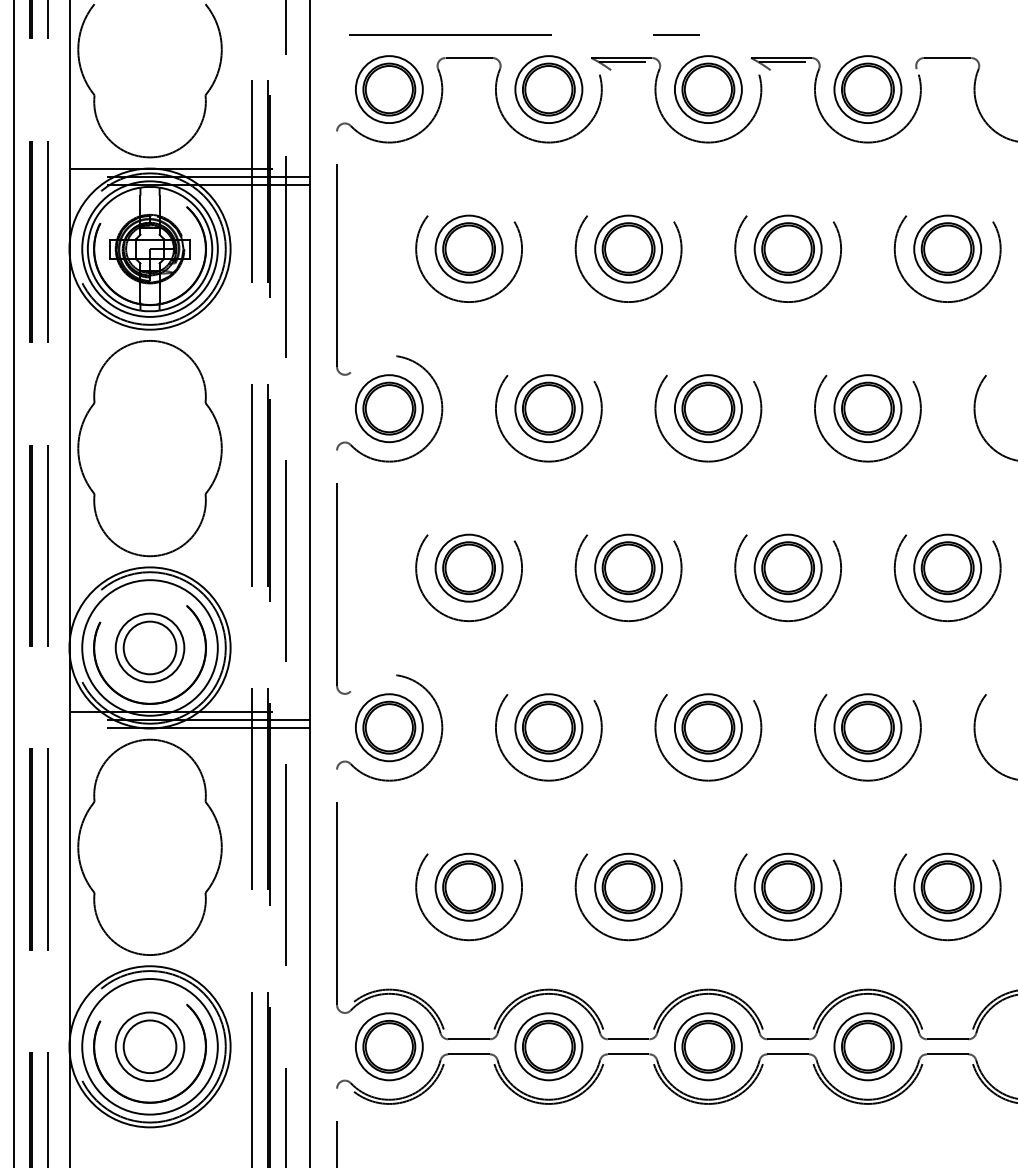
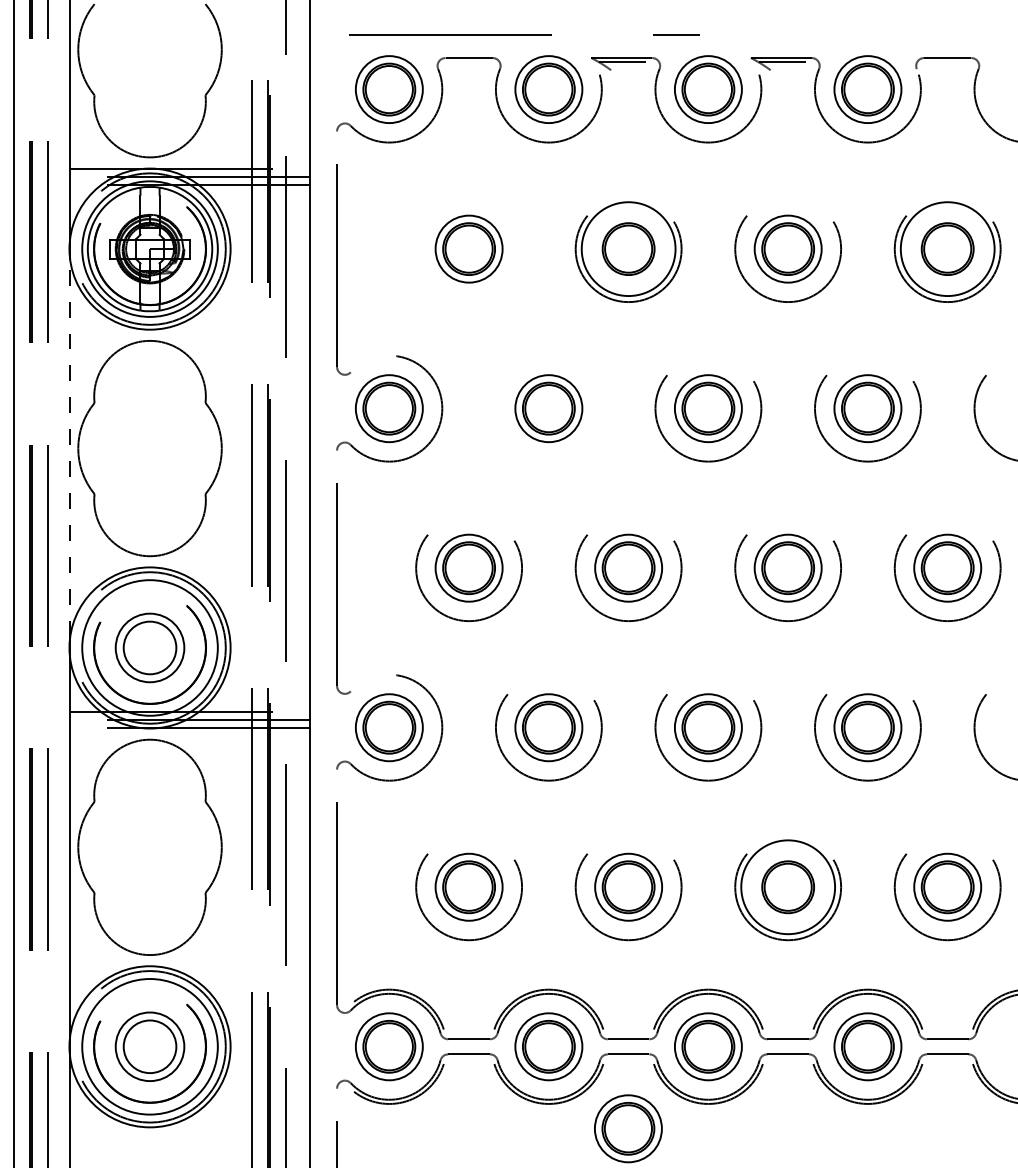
circle at (628, 248) diameter: 67 px -> 94 px
circle at (947, 248) diameter: 67 px -> 94 px
circle at (468, 258): present -> none
circle at (548, 418): present -> none
line at (70, 448): solid -> dashed
circle at (787, 886) diameter: 67 px -> 94 px
part at (628, 1128): none -> present
